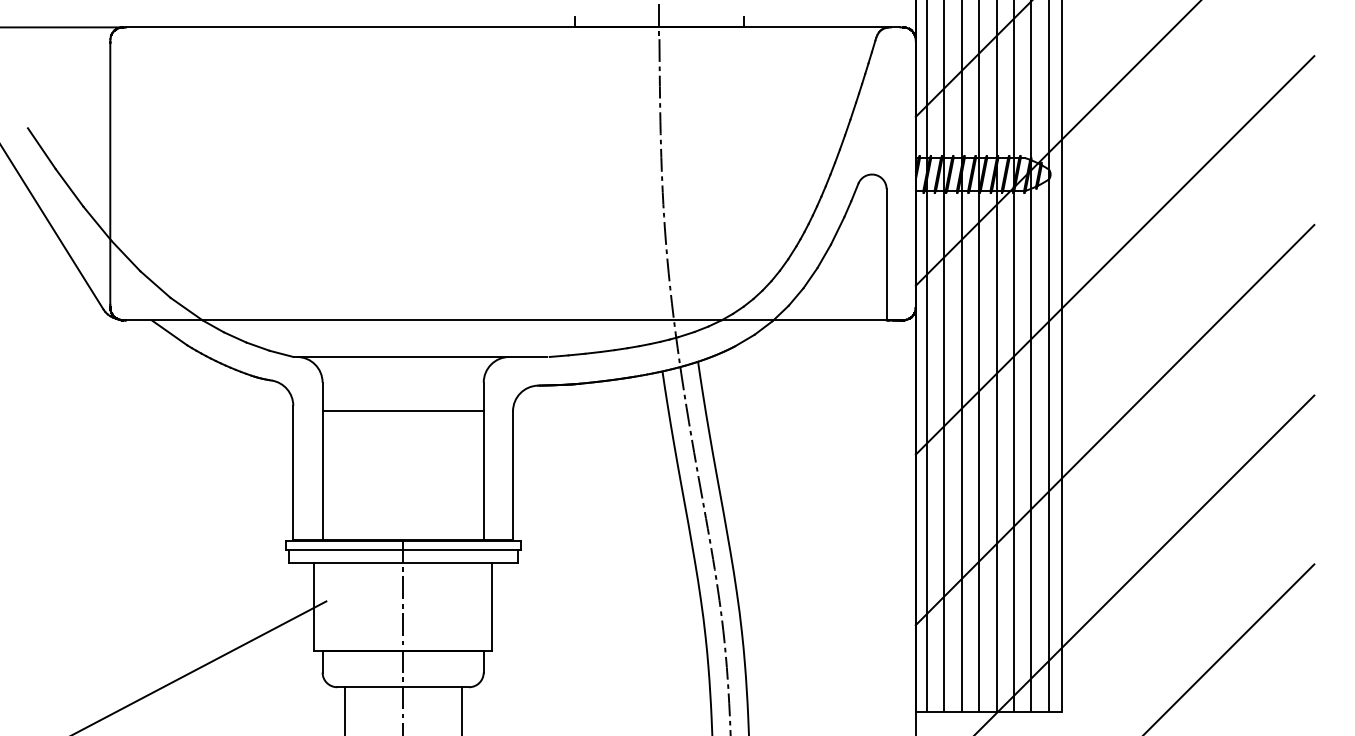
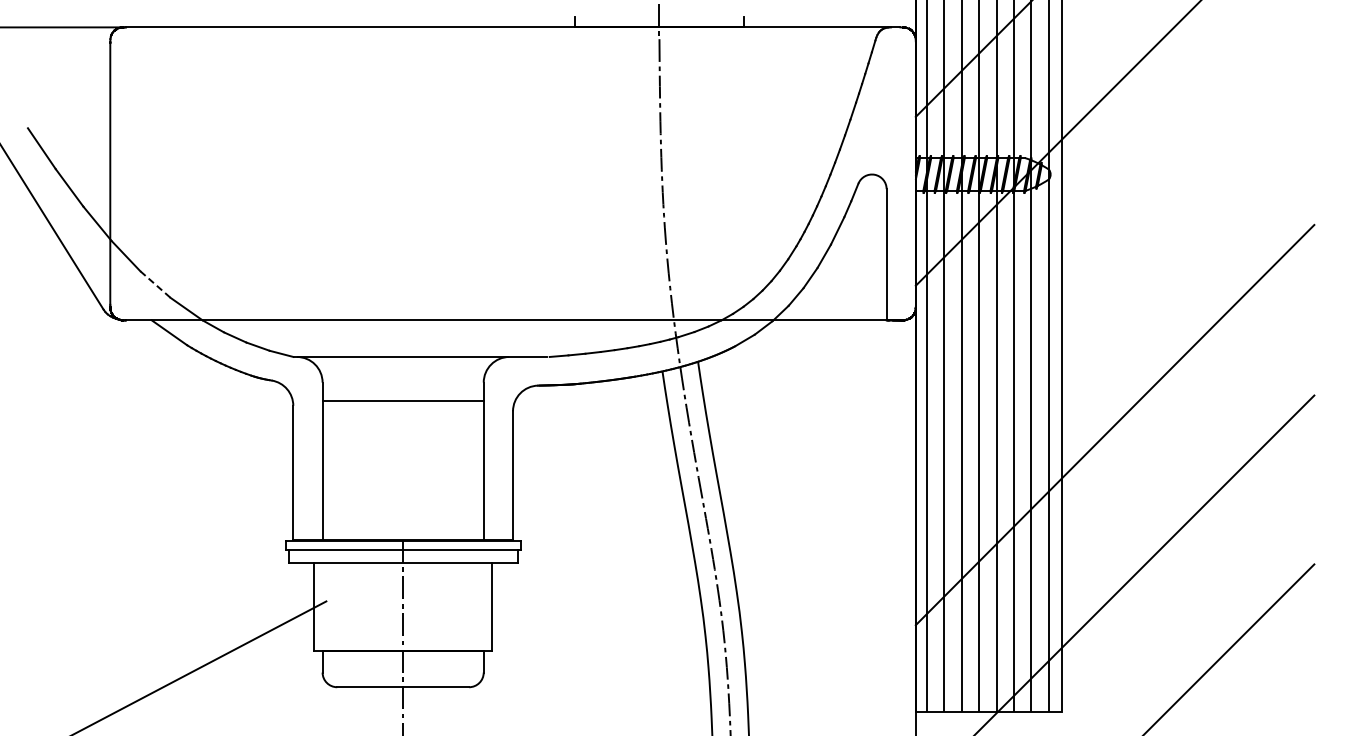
line at (1114, 255): present -> none
line at (155, 284): solid -> dashed
line at (402, 411) position: (402, 411) -> (402, 401)
line at (344, 709): present -> none
line at (461, 709): present -> none
